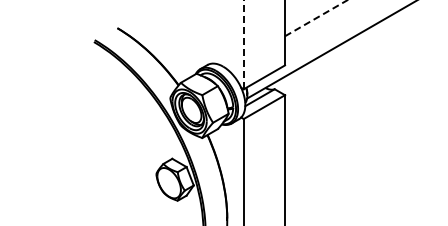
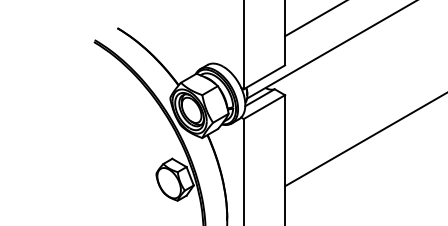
line at (316, 18): dashed -> solid
line at (243, 44): dashed -> solid
line at (364, 140): none -> present
